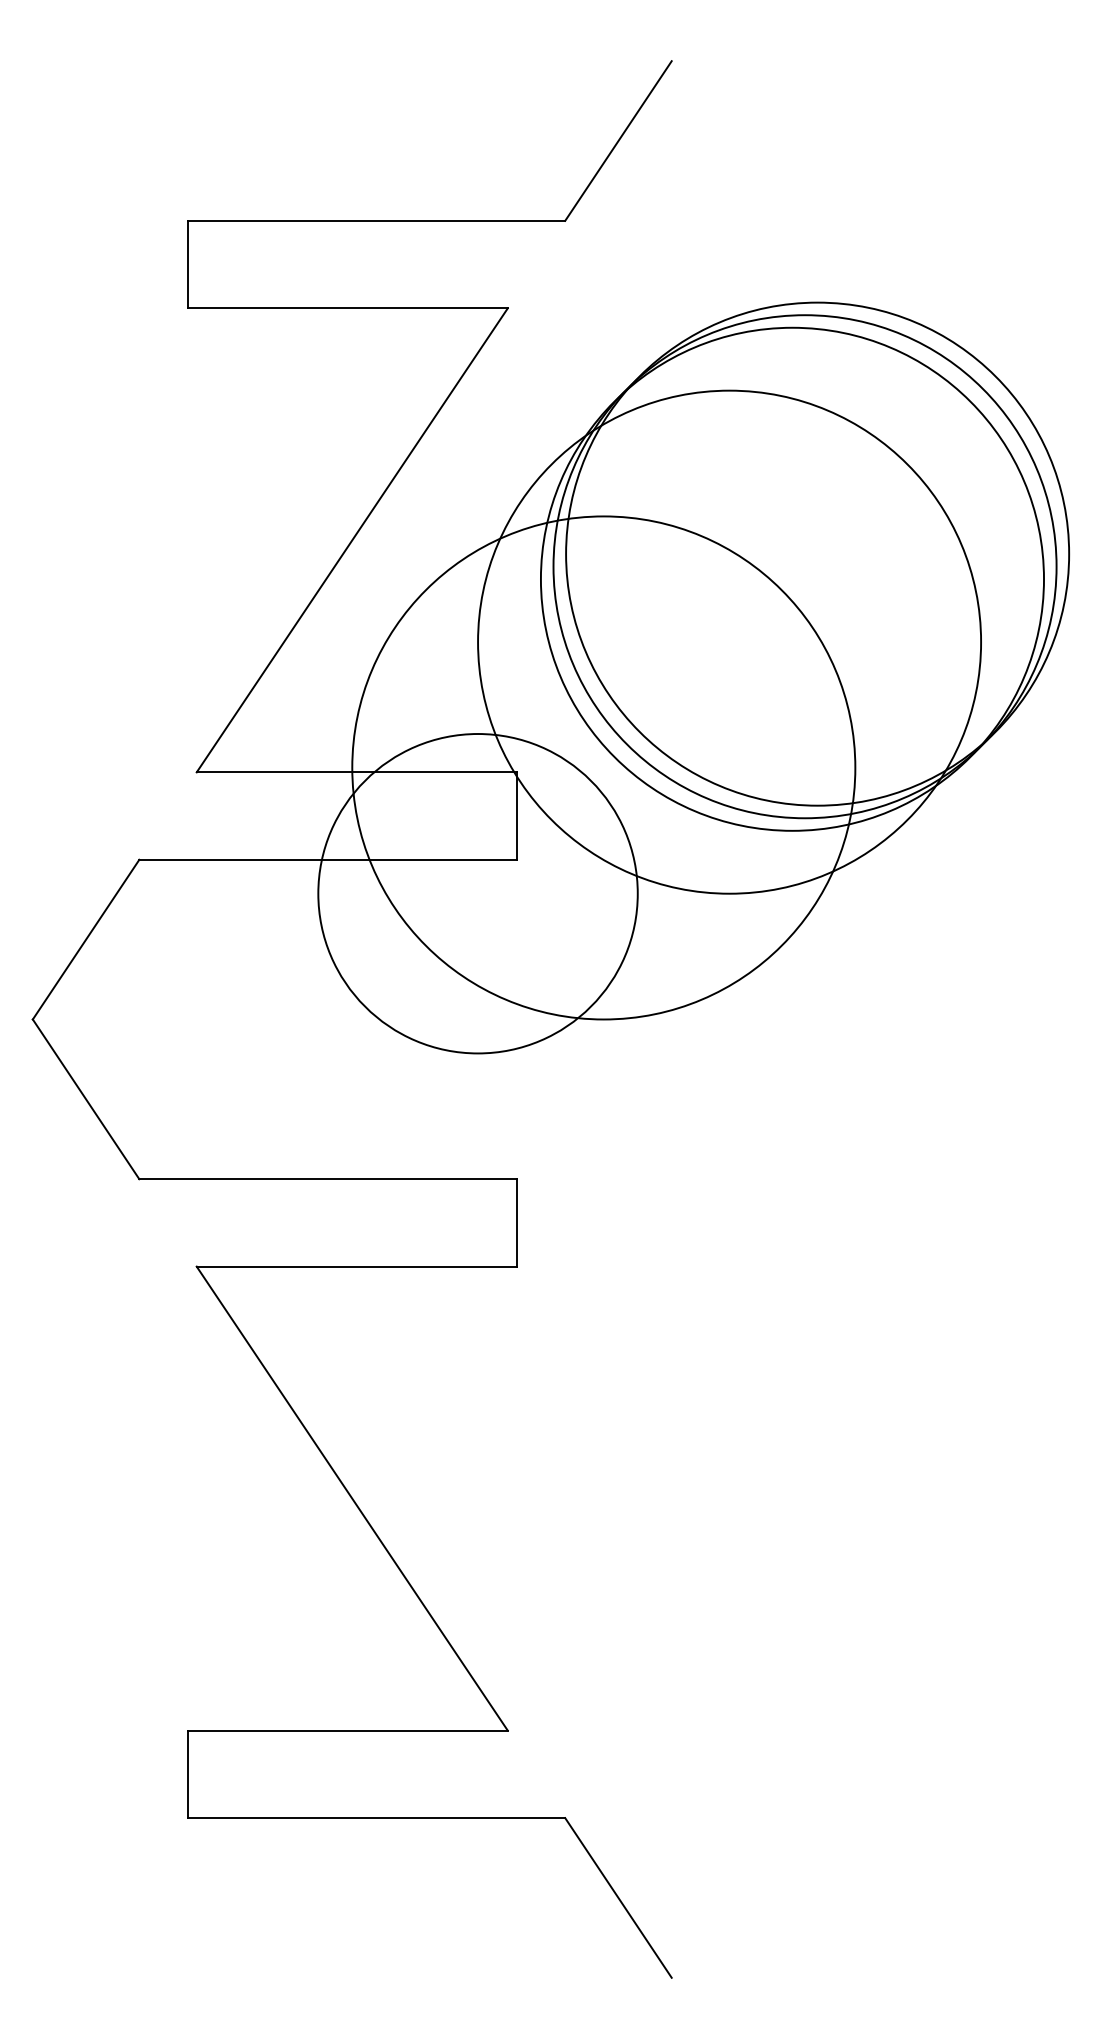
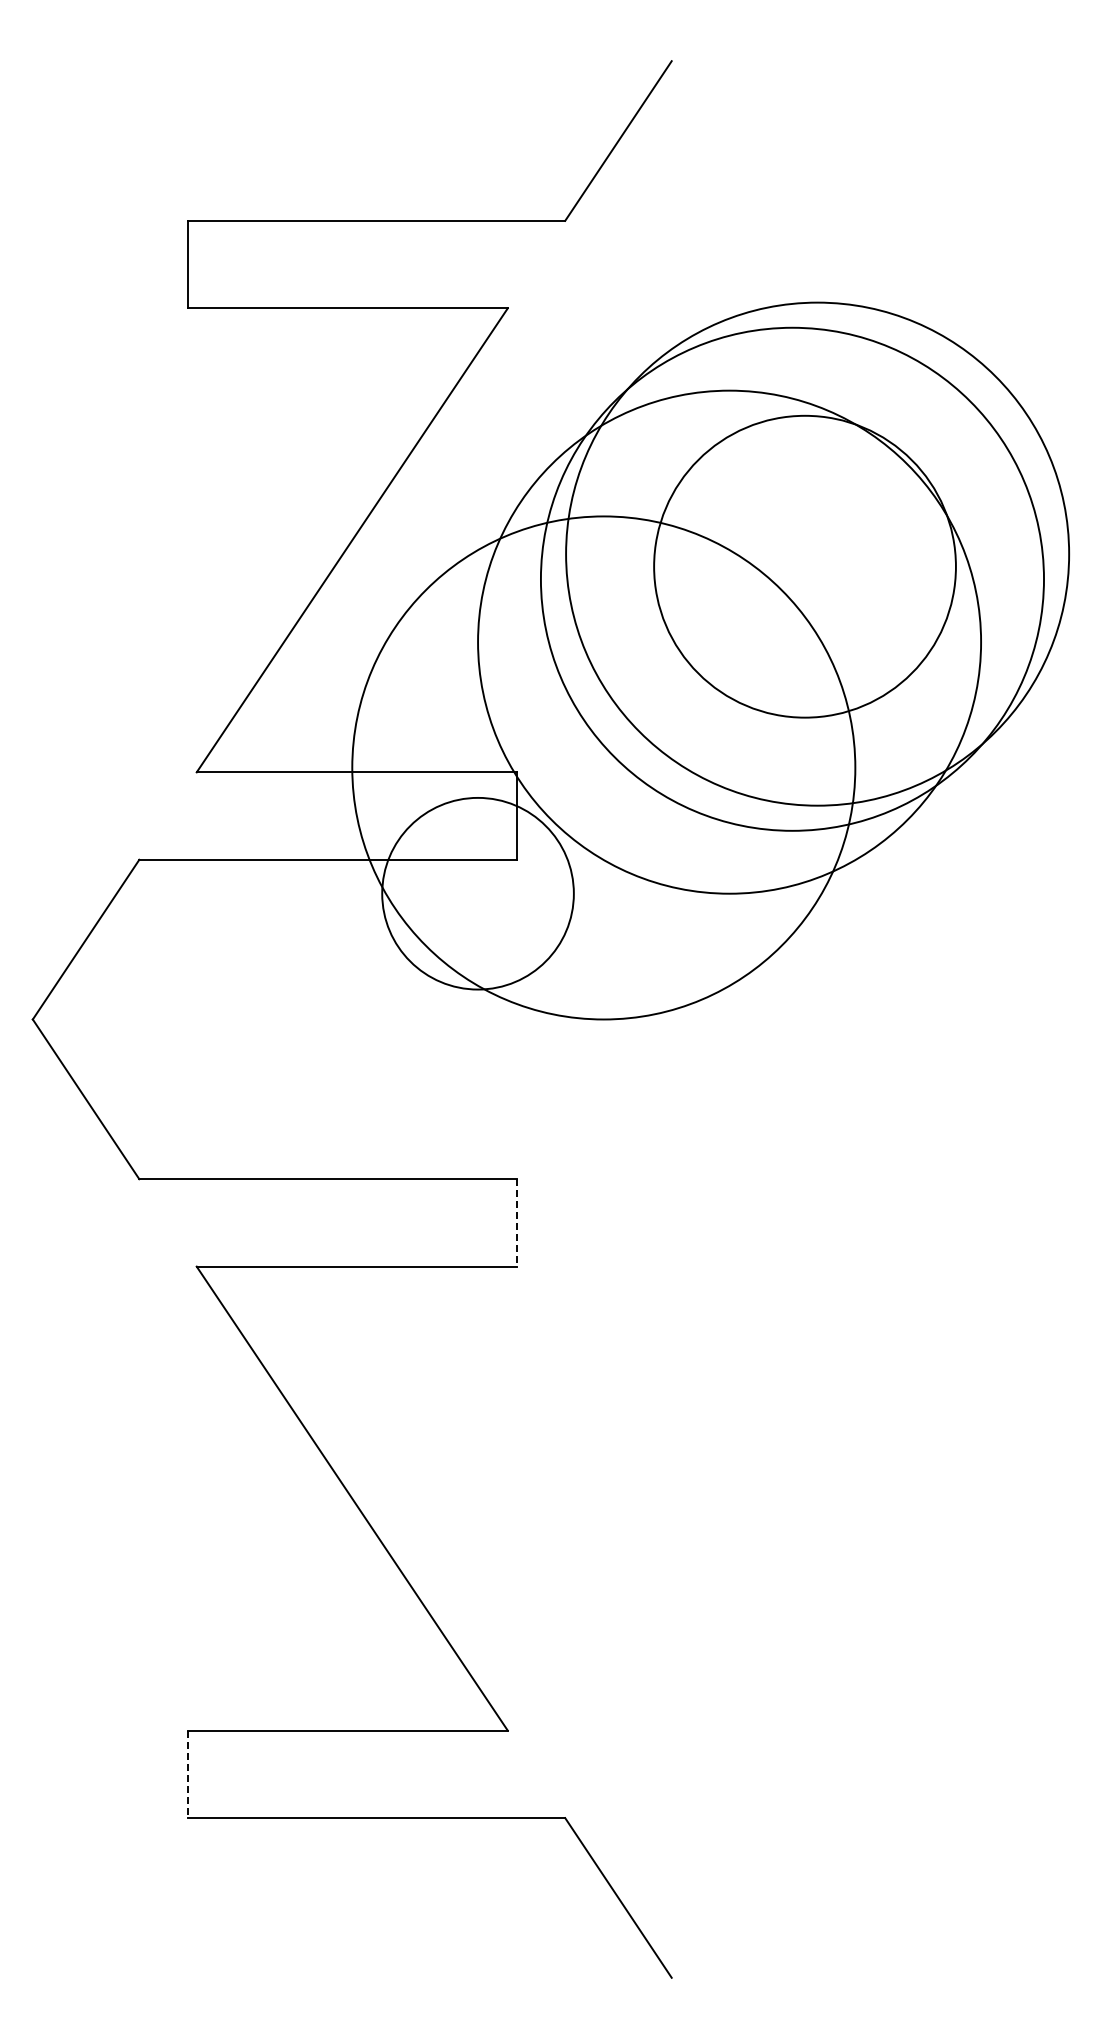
circle at (804, 566) diameter: 503 px -> 302 px
circle at (477, 893) diameter: 319 px -> 192 px
line at (516, 1222): solid -> dashed
line at (187, 1774): solid -> dashed
